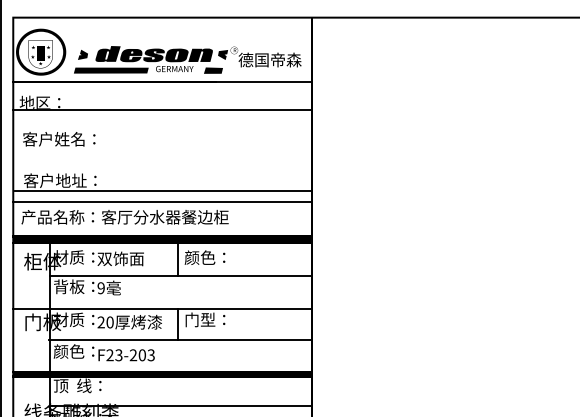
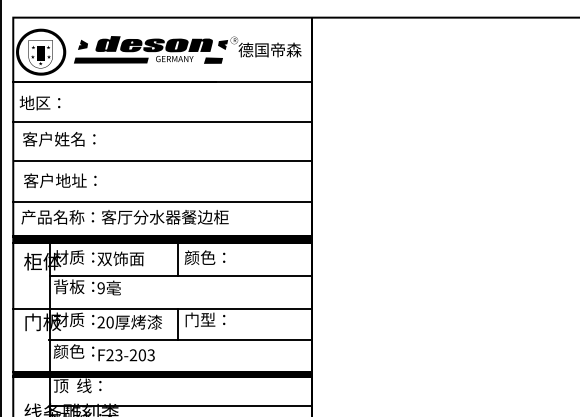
text at (187, 59) position: (187, 59) -> (187, 49)
line at (162, 109) position: (162, 109) -> (162, 121)
line at (163, 191) position: (163, 191) -> (163, 161)
